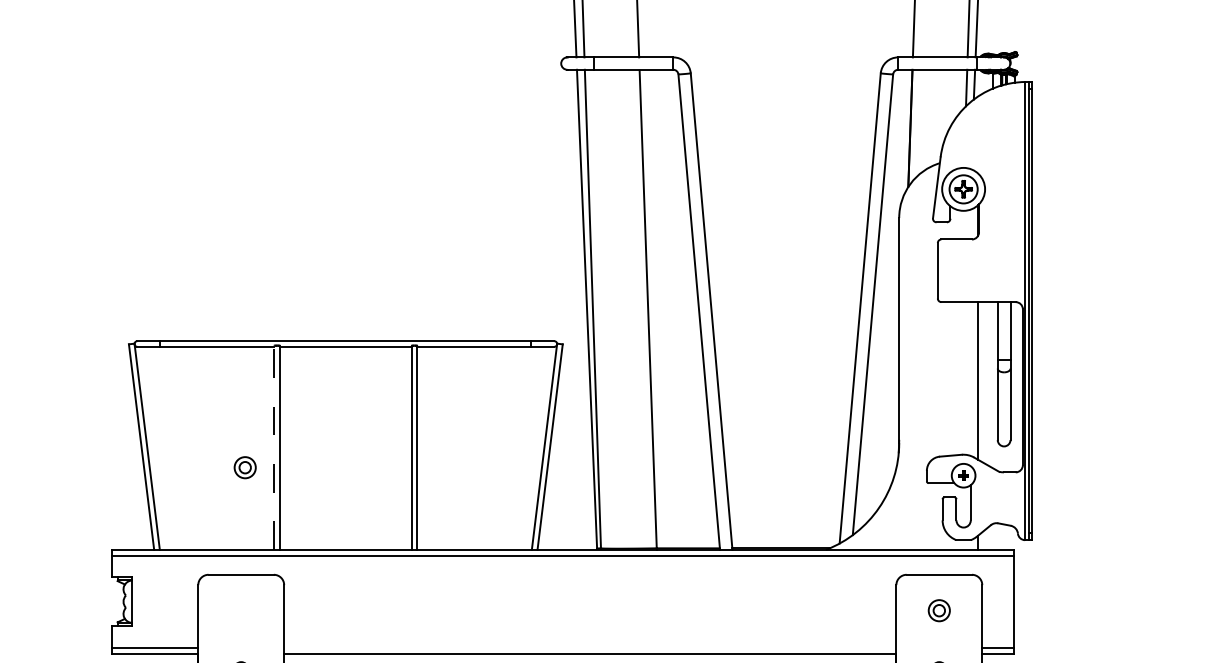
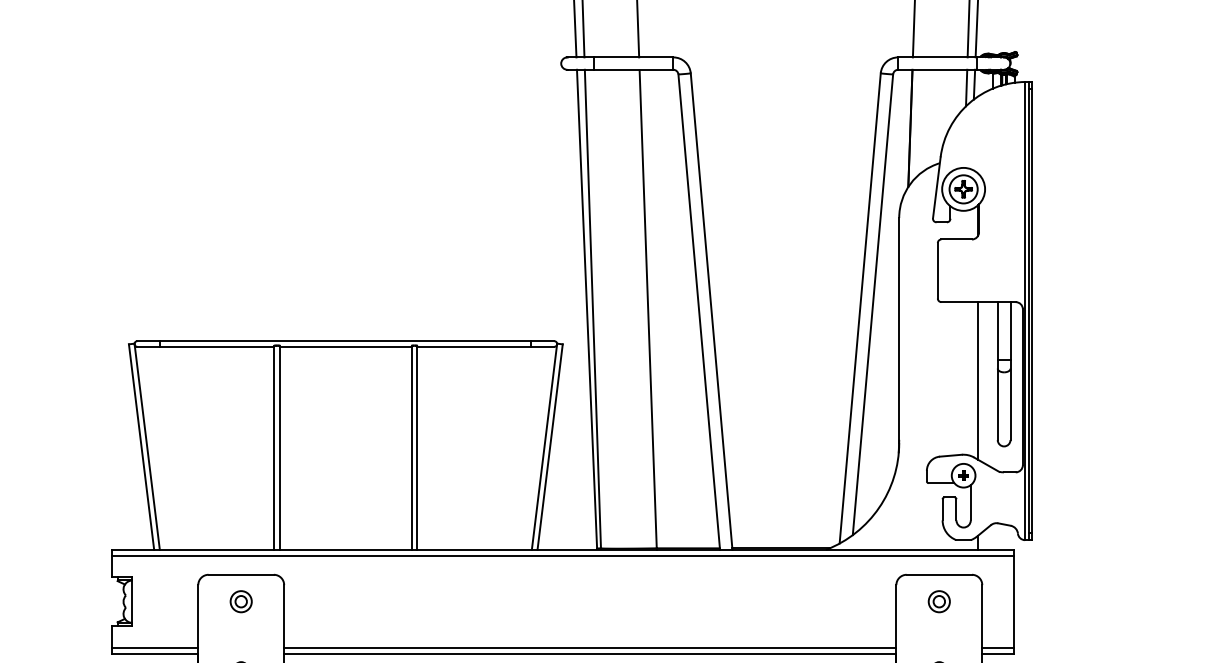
line at (274, 447): dashed -> solid
part at (244, 467) position: (244, 467) -> (240, 601)
part at (938, 610) position: (938, 610) -> (938, 601)
line at (590, 647): none -> present
